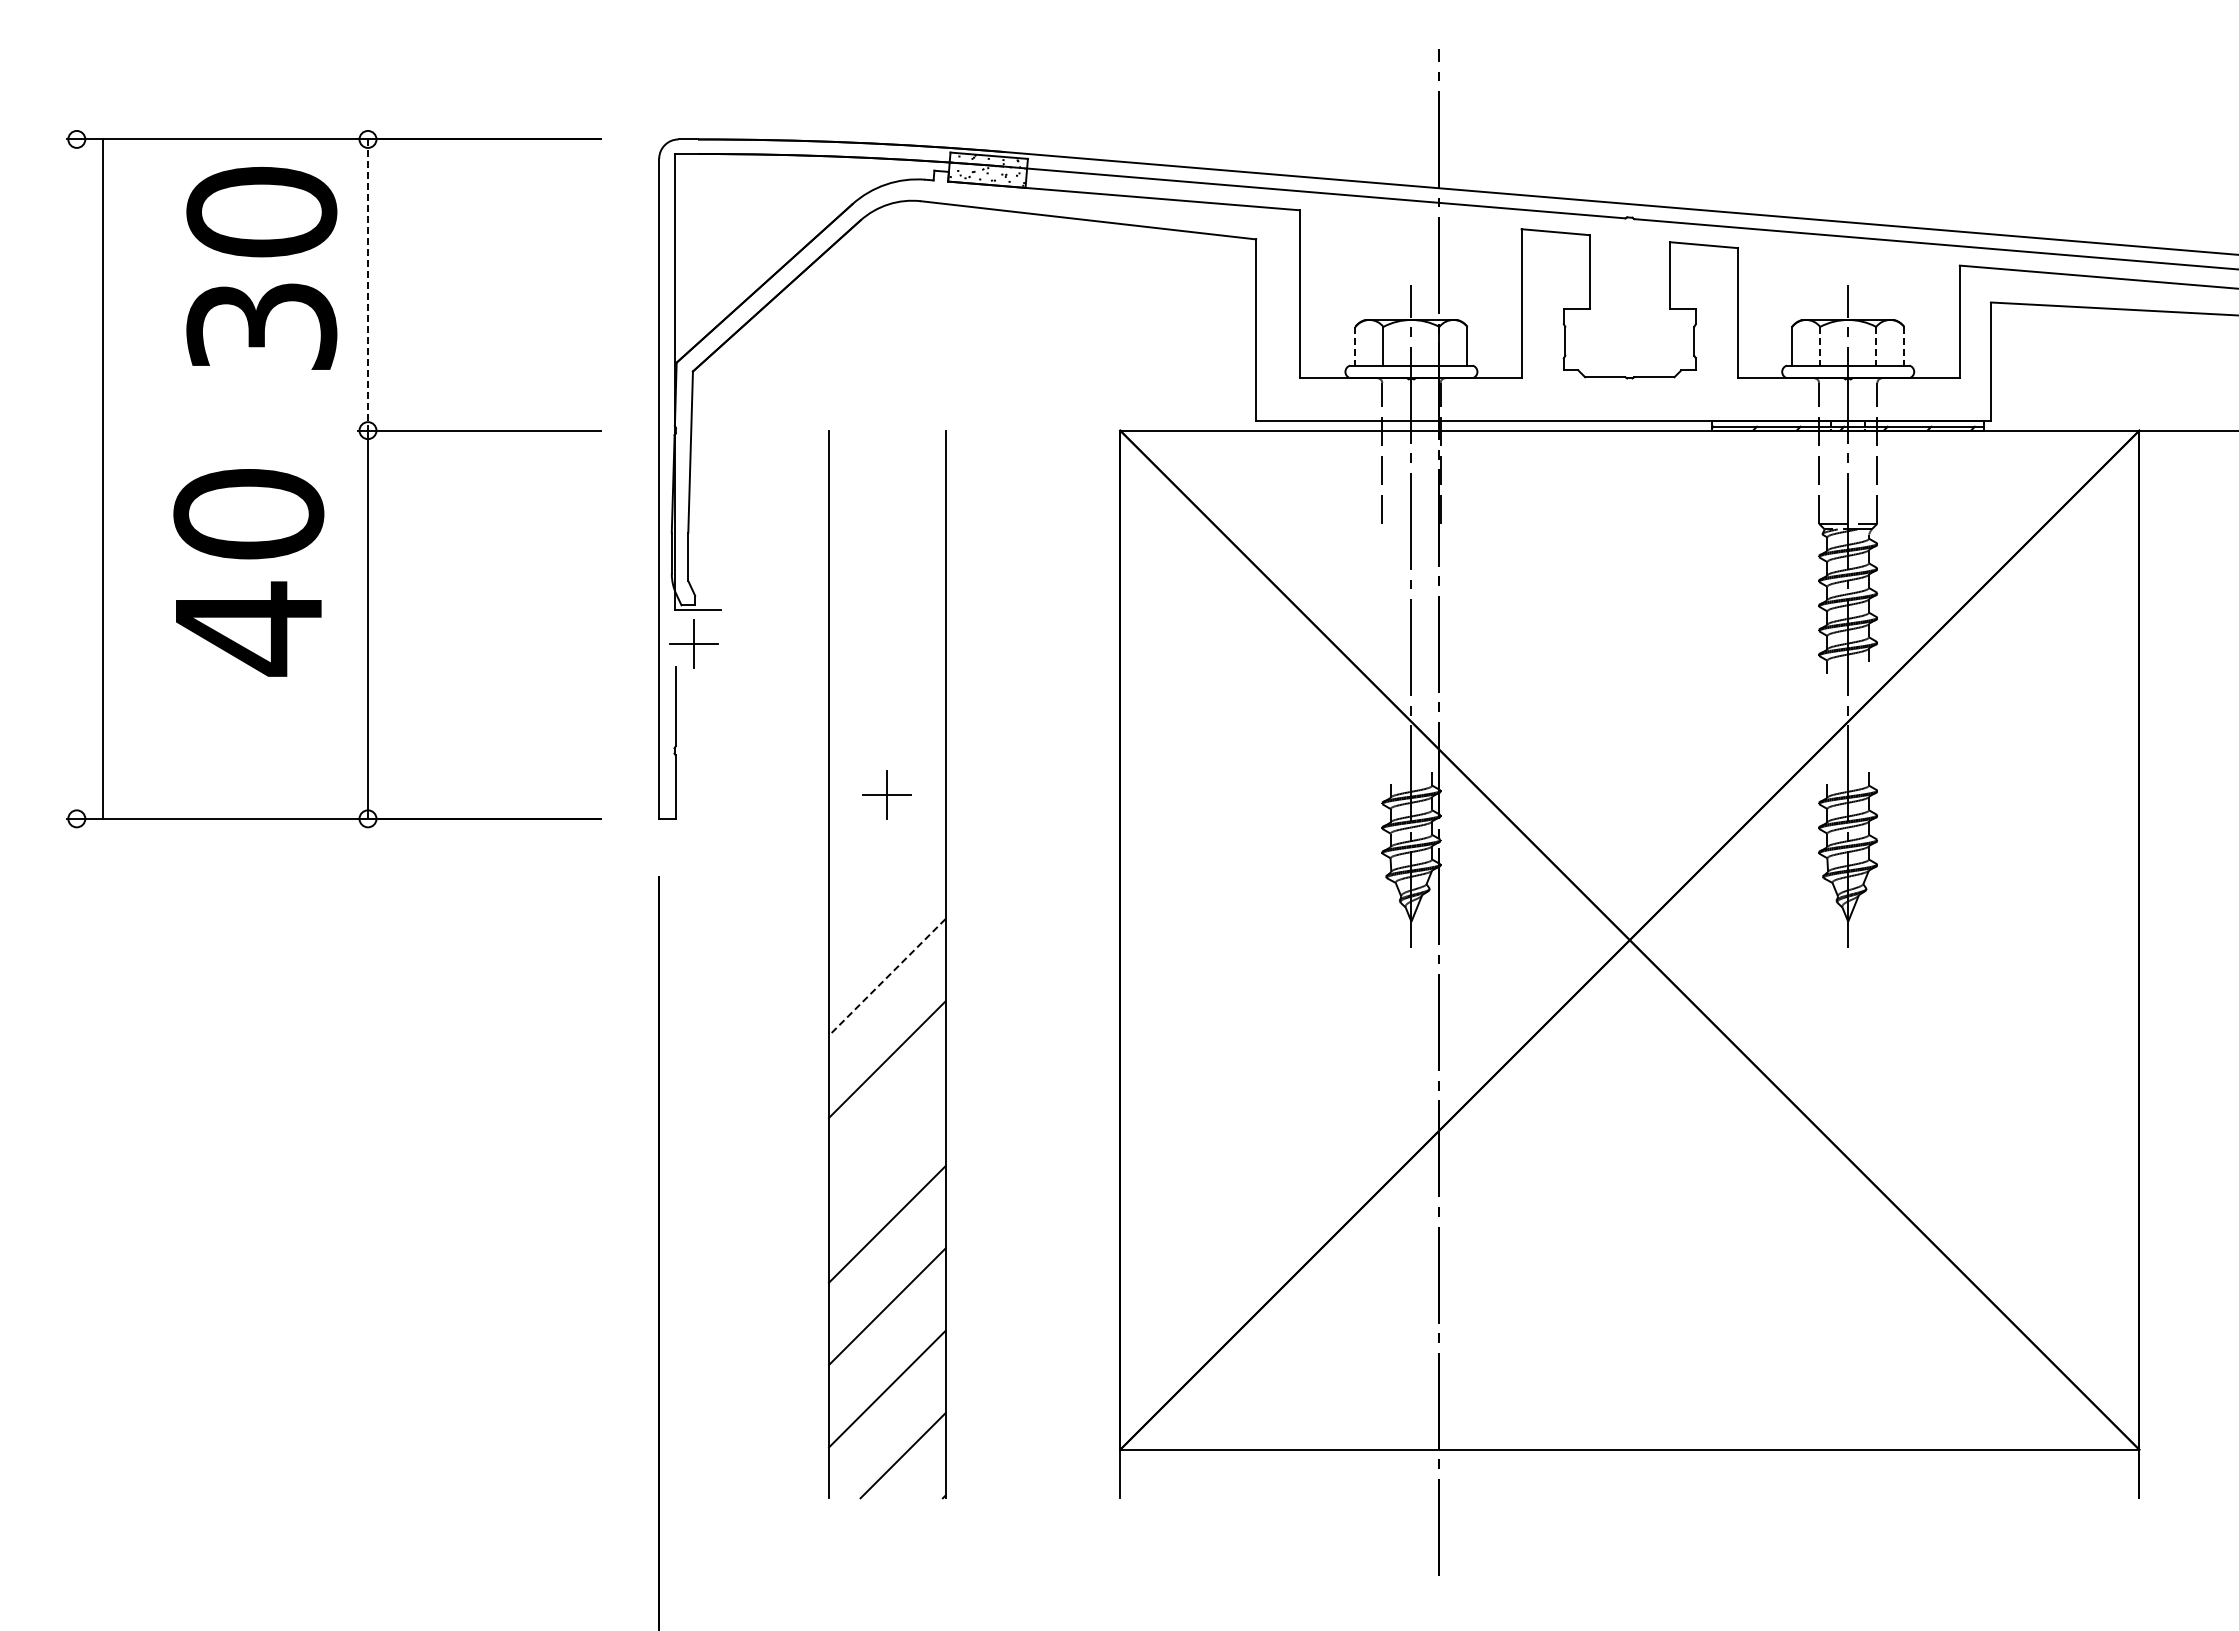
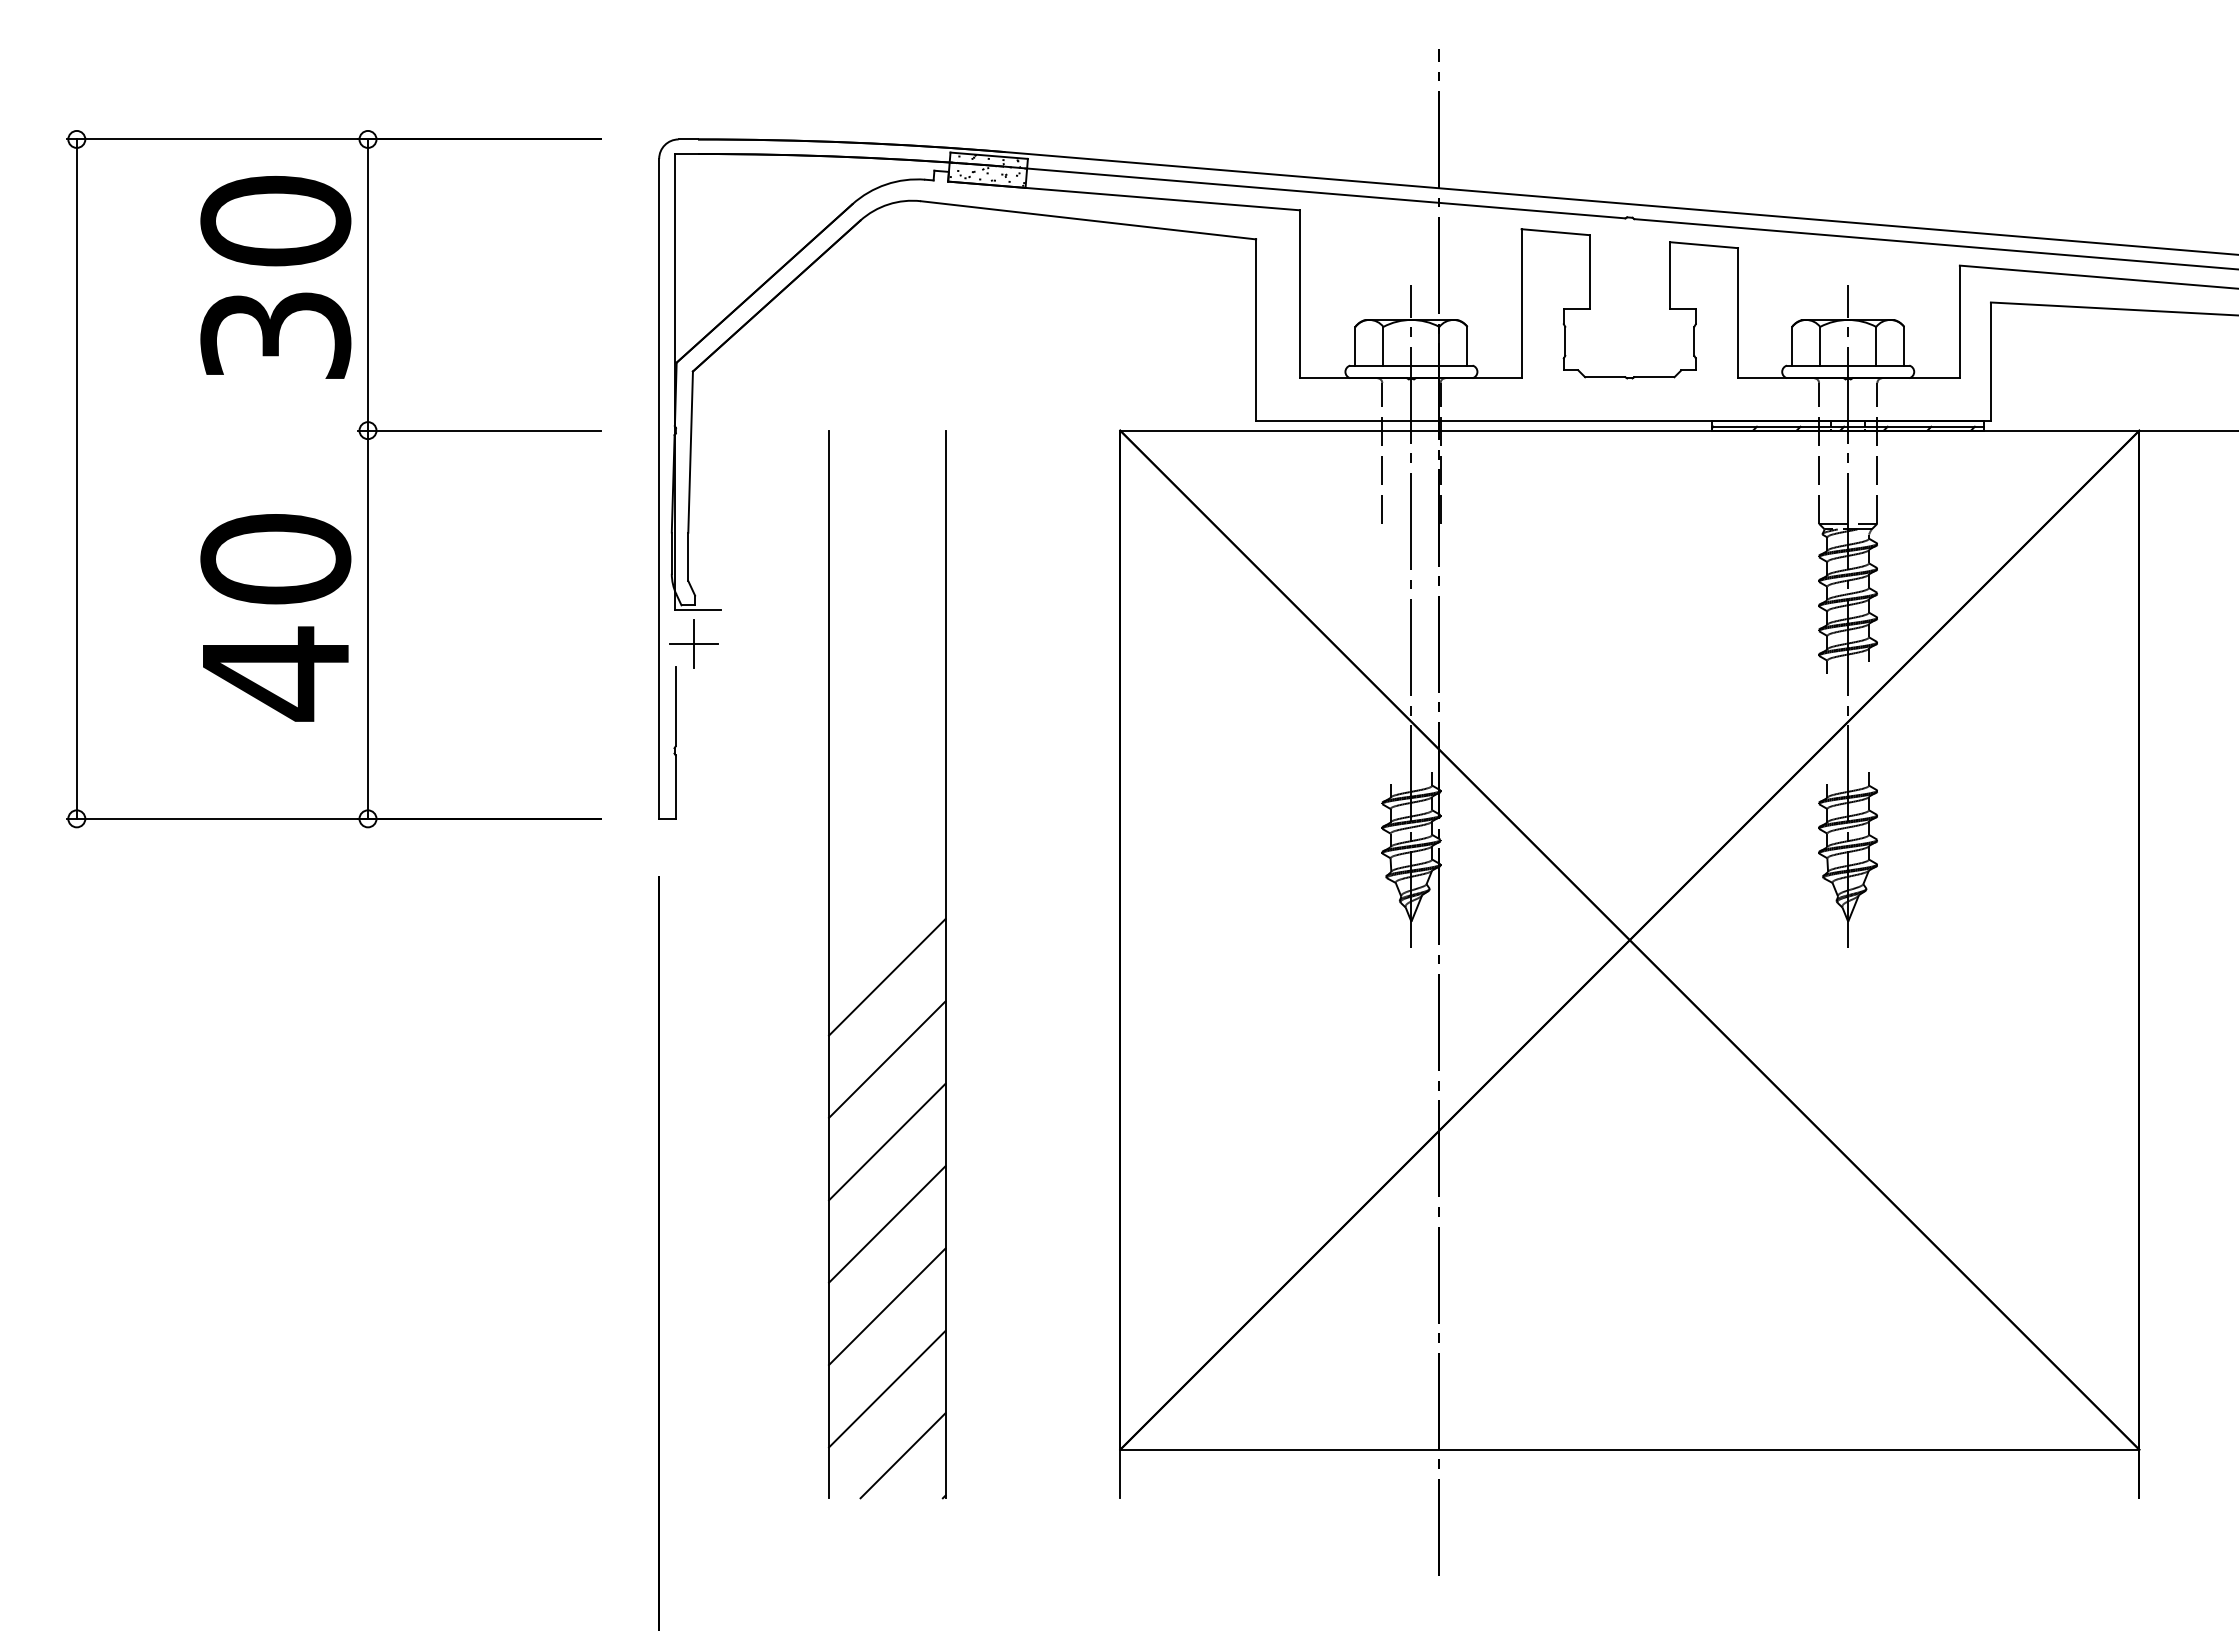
text at (261, 268) position: (261, 268) -> (275, 277)
line at (368, 285): dashed -> solid
line at (1355, 346): dashed -> solid
line at (1820, 346): dashed -> solid
line at (1876, 346): dashed -> solid
line at (1904, 346): dashed -> solid
line at (102, 478) position: (102, 478) -> (76, 478)
text at (248, 572) position: (248, 572) -> (275, 617)
part at (886, 794): present -> none
line at (886, 977): dashed -> solid
line at (887, 1141): none -> present
